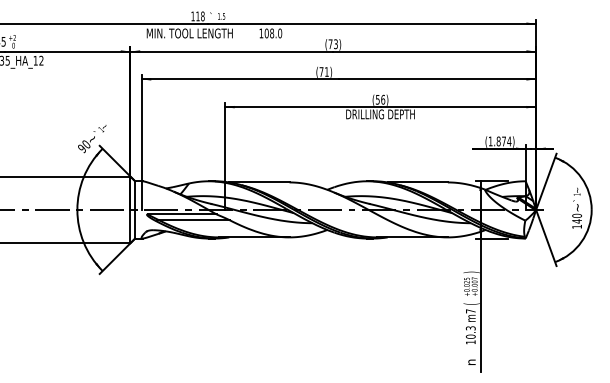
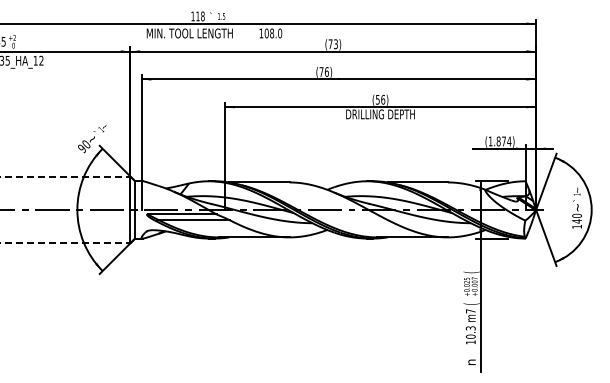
text at (326, 71): (71) -> (76)
line at (65, 176): solid -> dashed
line at (65, 243): solid -> dashed
text at (471, 272): ) -> (
